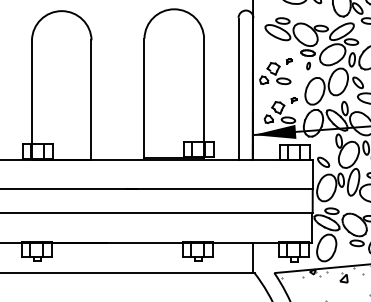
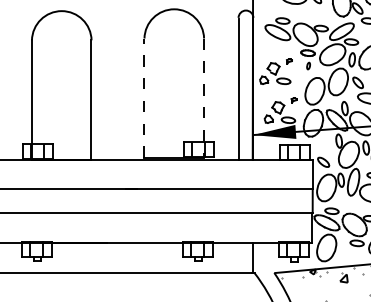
line at (144, 98): solid -> dashed
line at (203, 98): solid -> dashed
